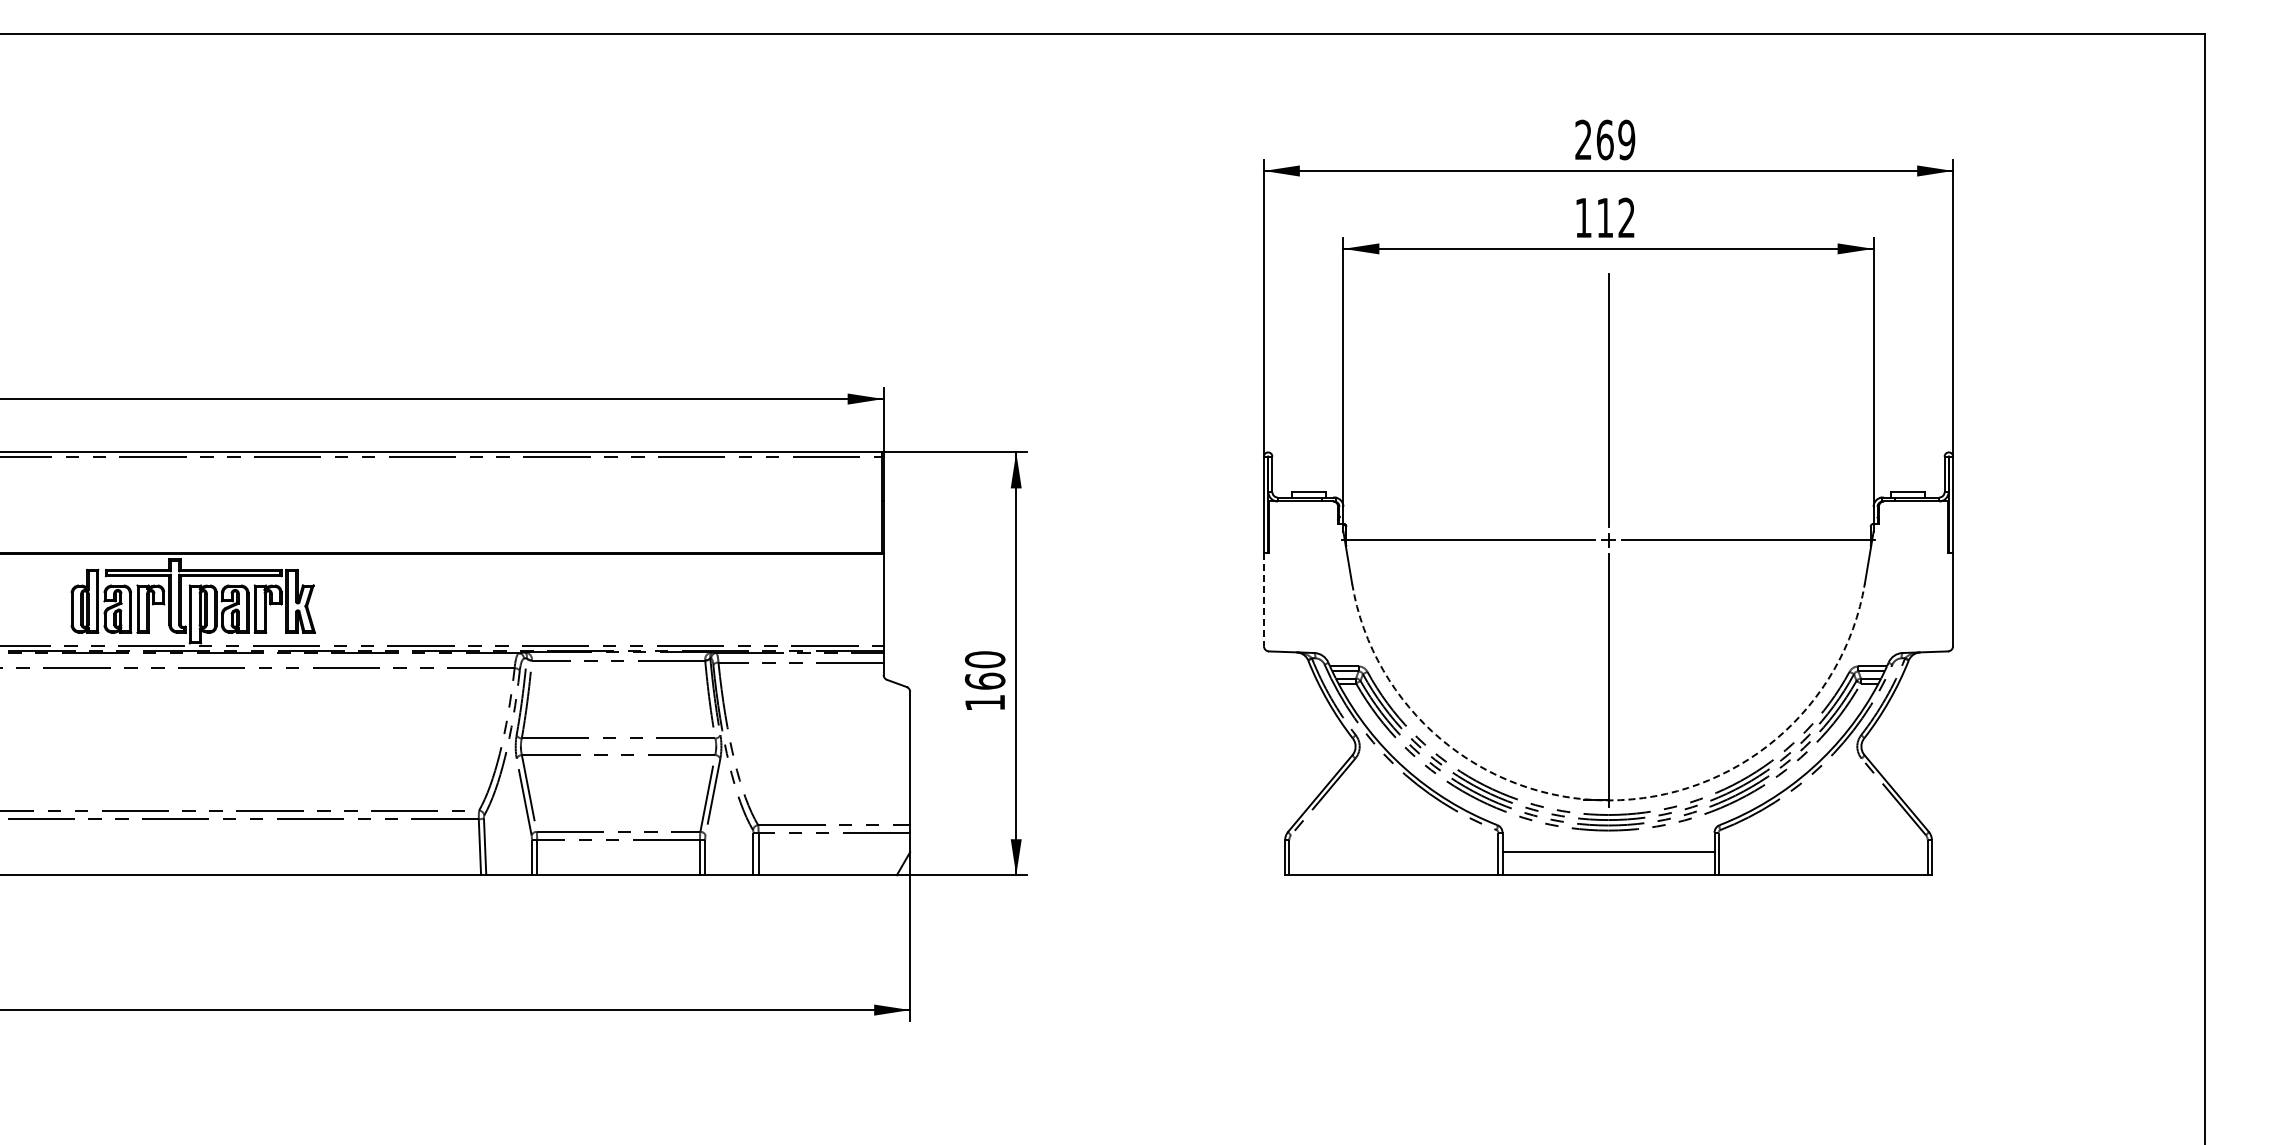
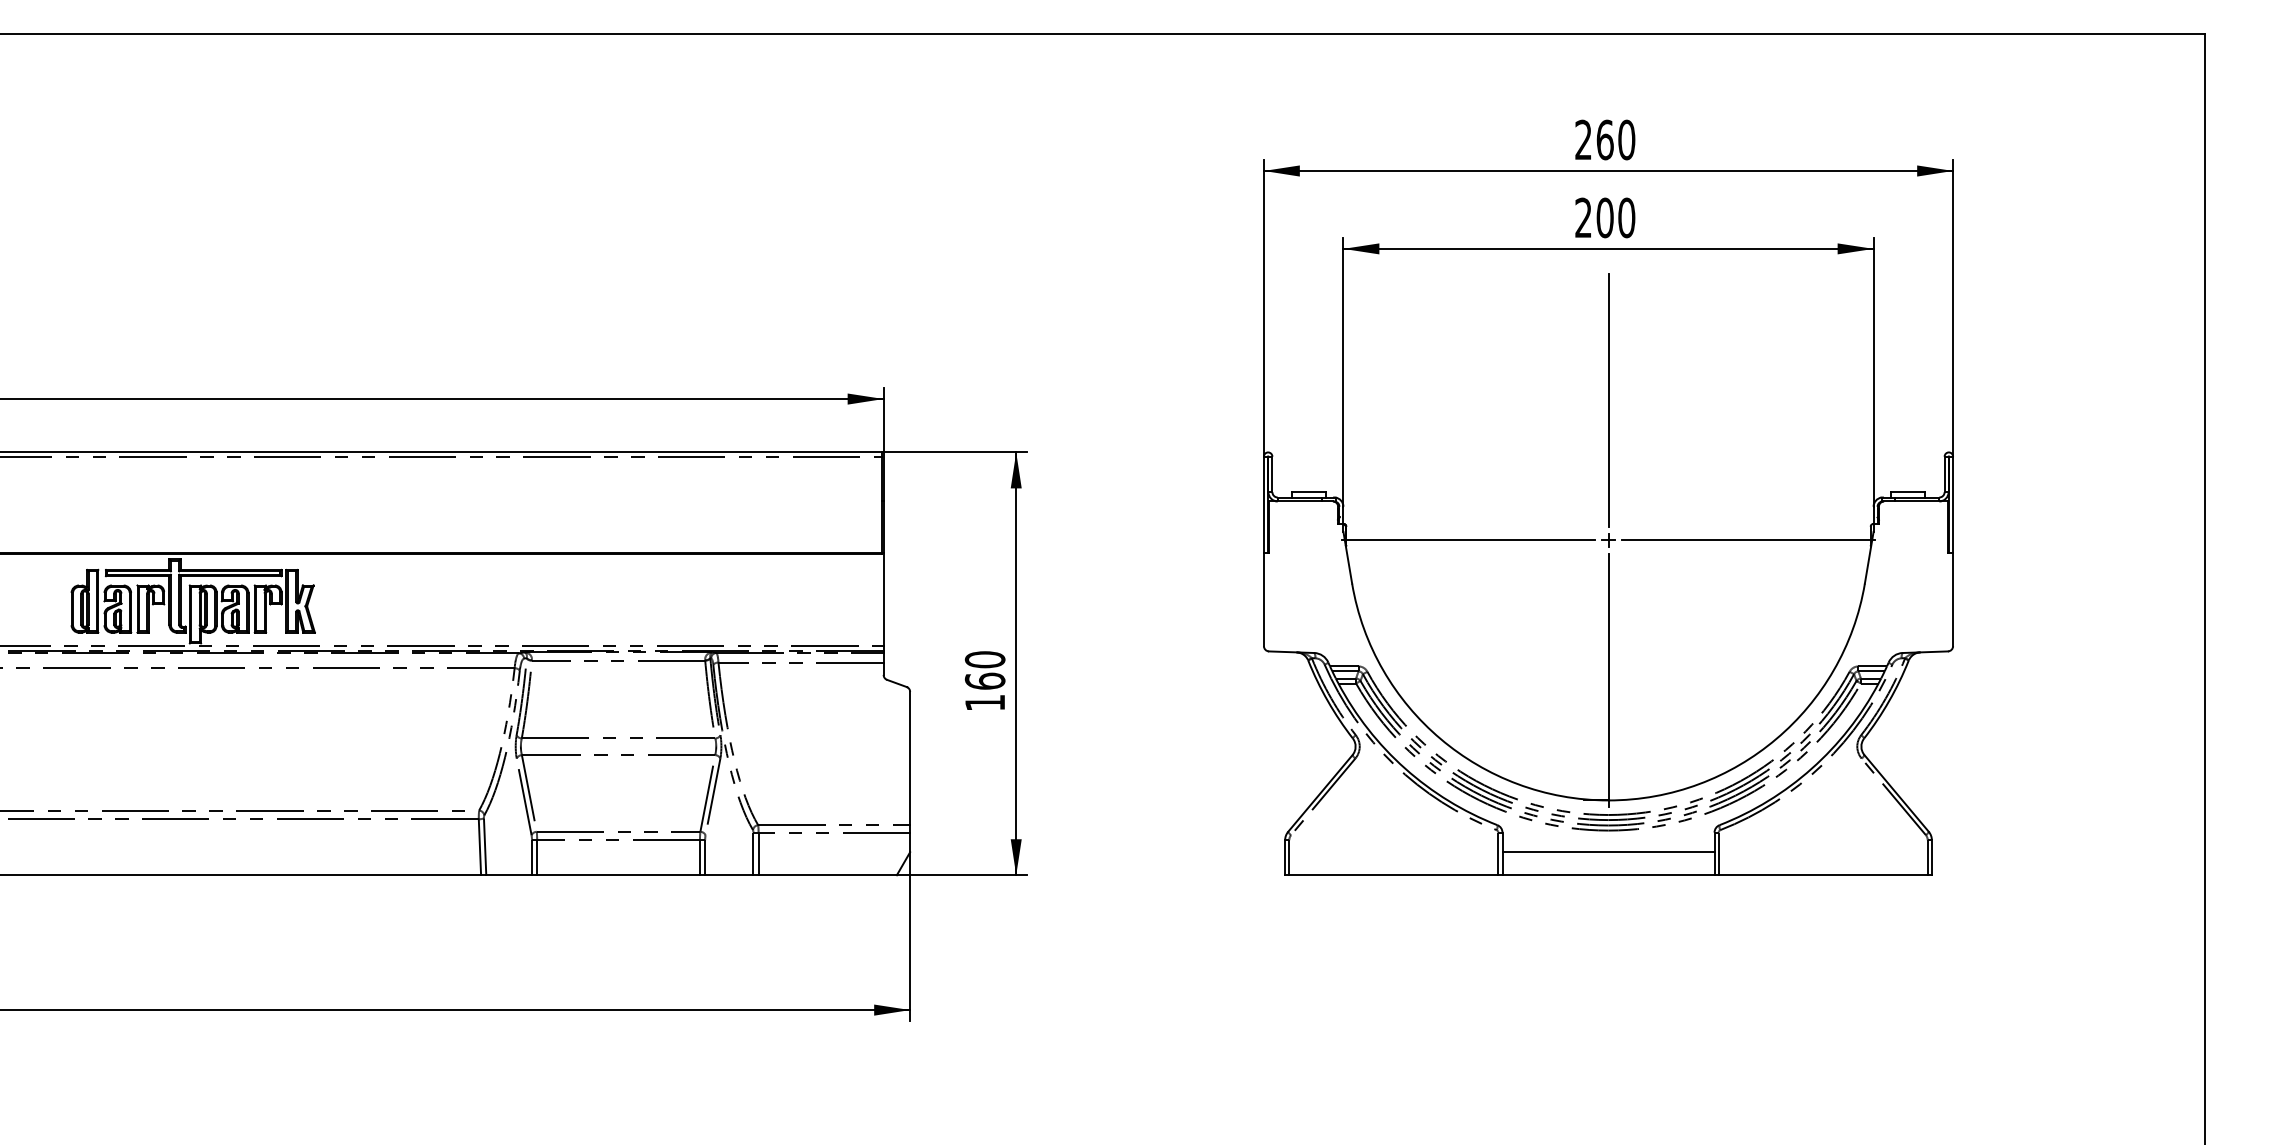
text at (1626, 140): 269 -> 260
text at (1605, 217): 112 -> 200
line at (1263, 600): dashed -> solid
arc at (1608, 800): dashed -> solid
